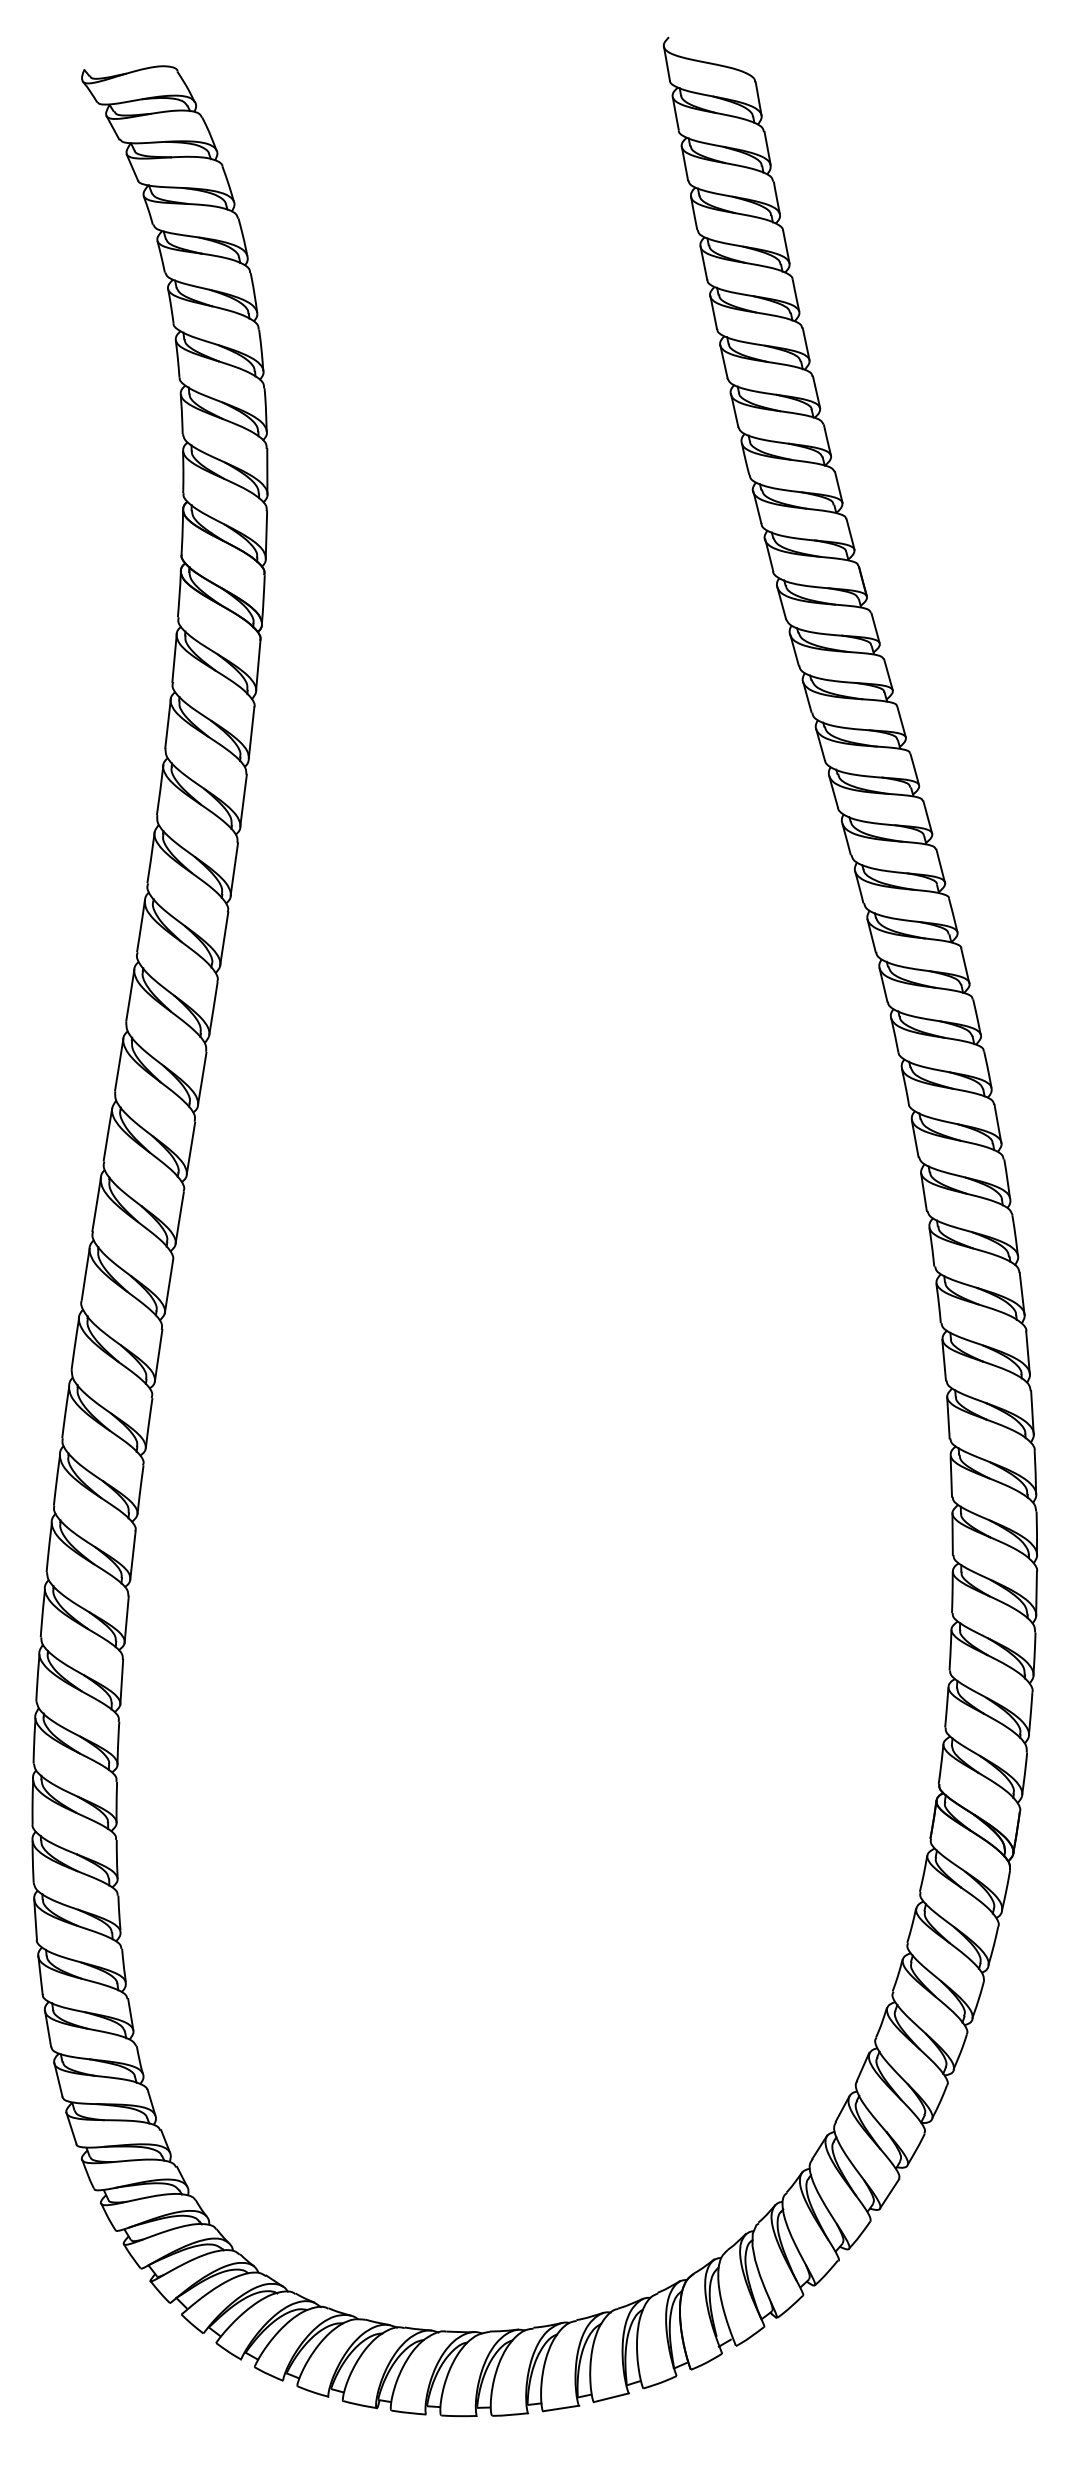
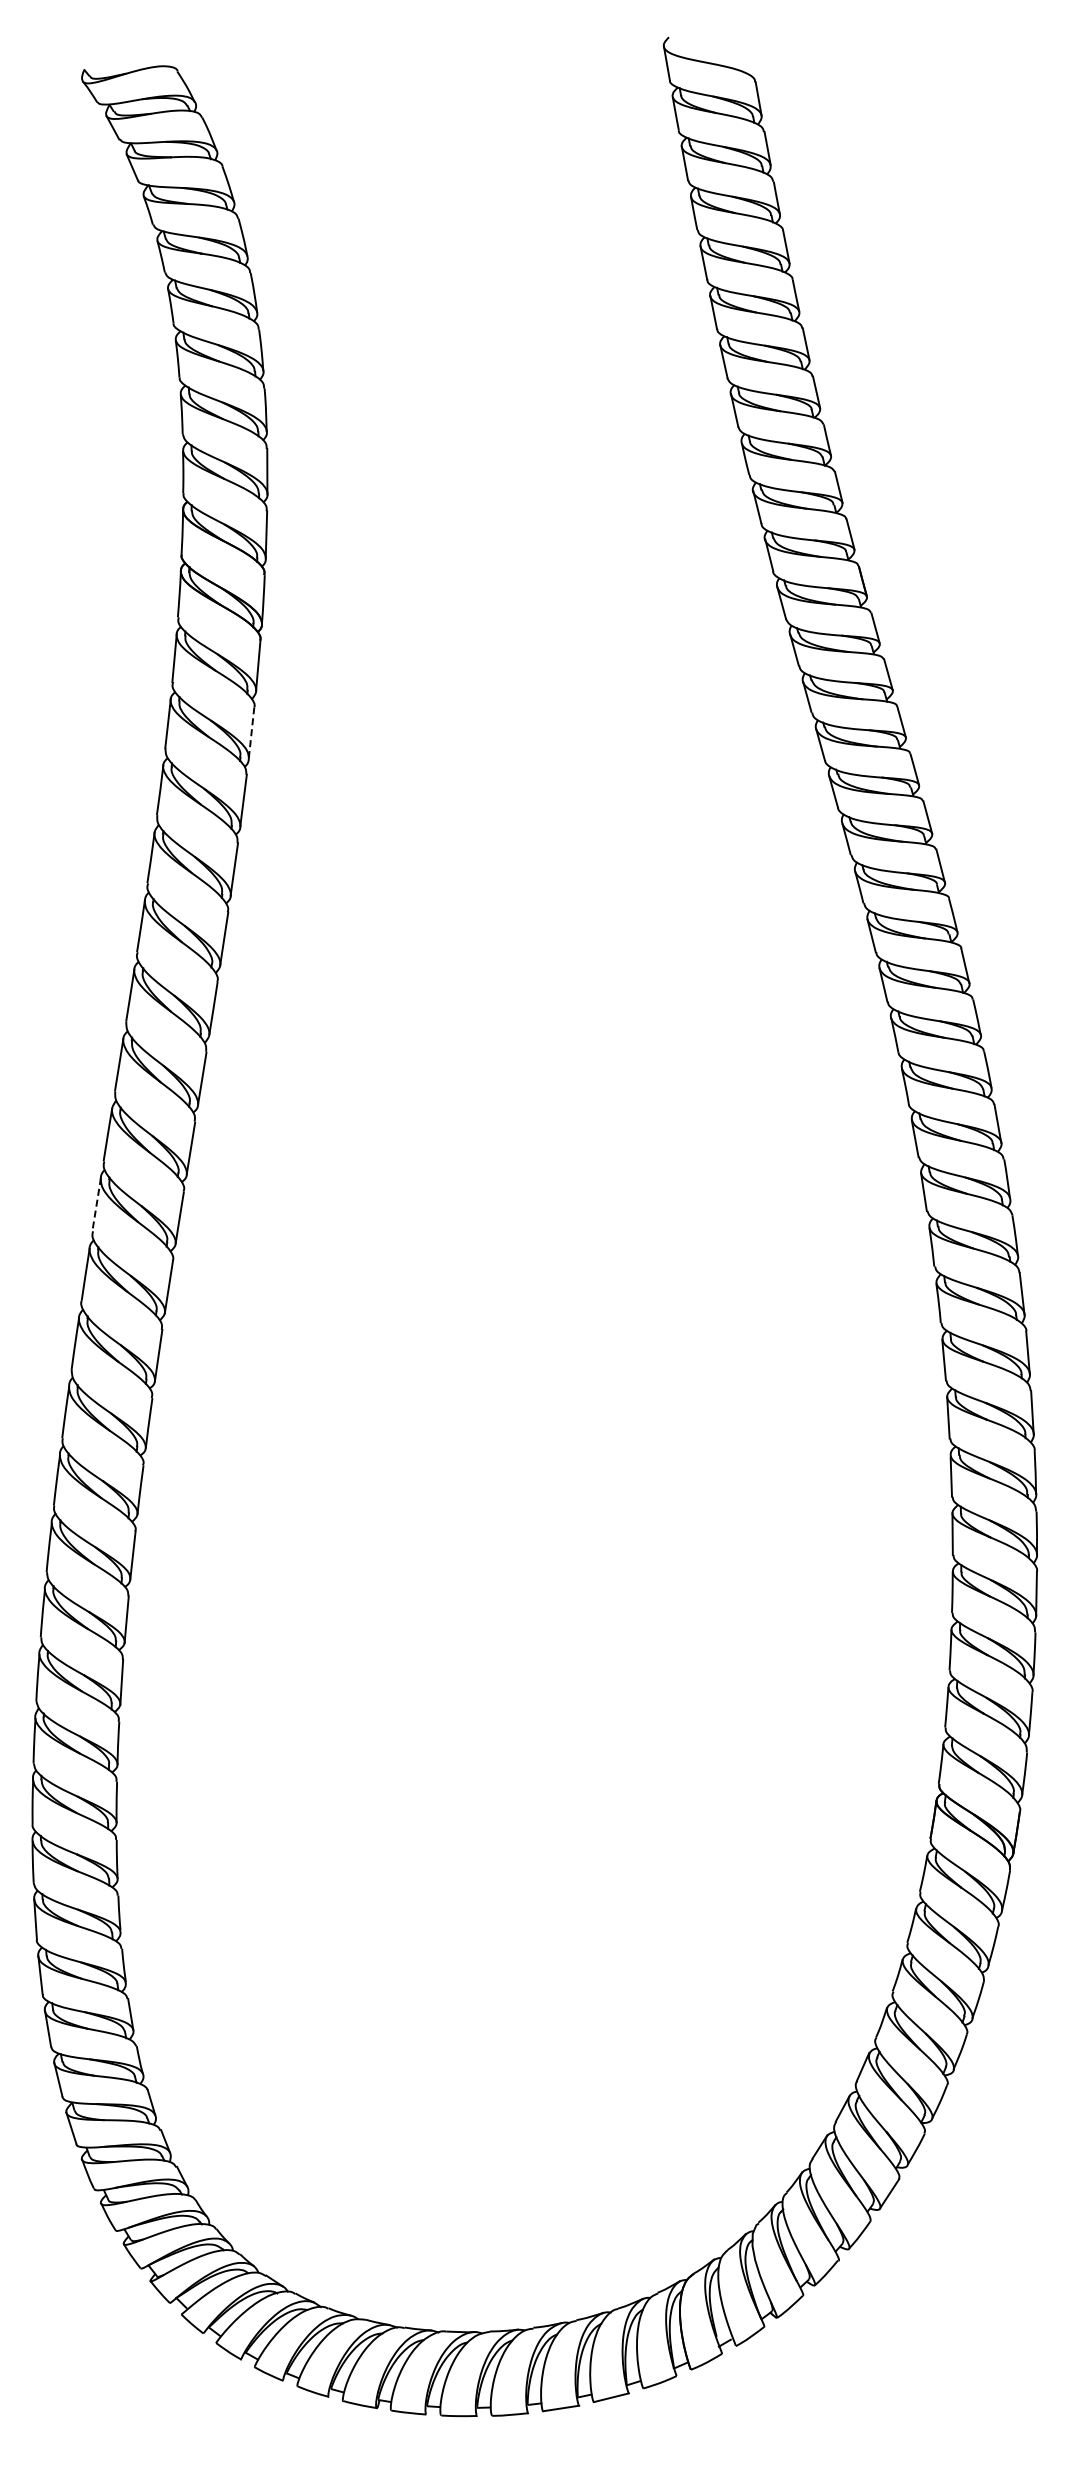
line at (251, 732): solid -> dashed
line at (96, 1204): solid -> dashed
